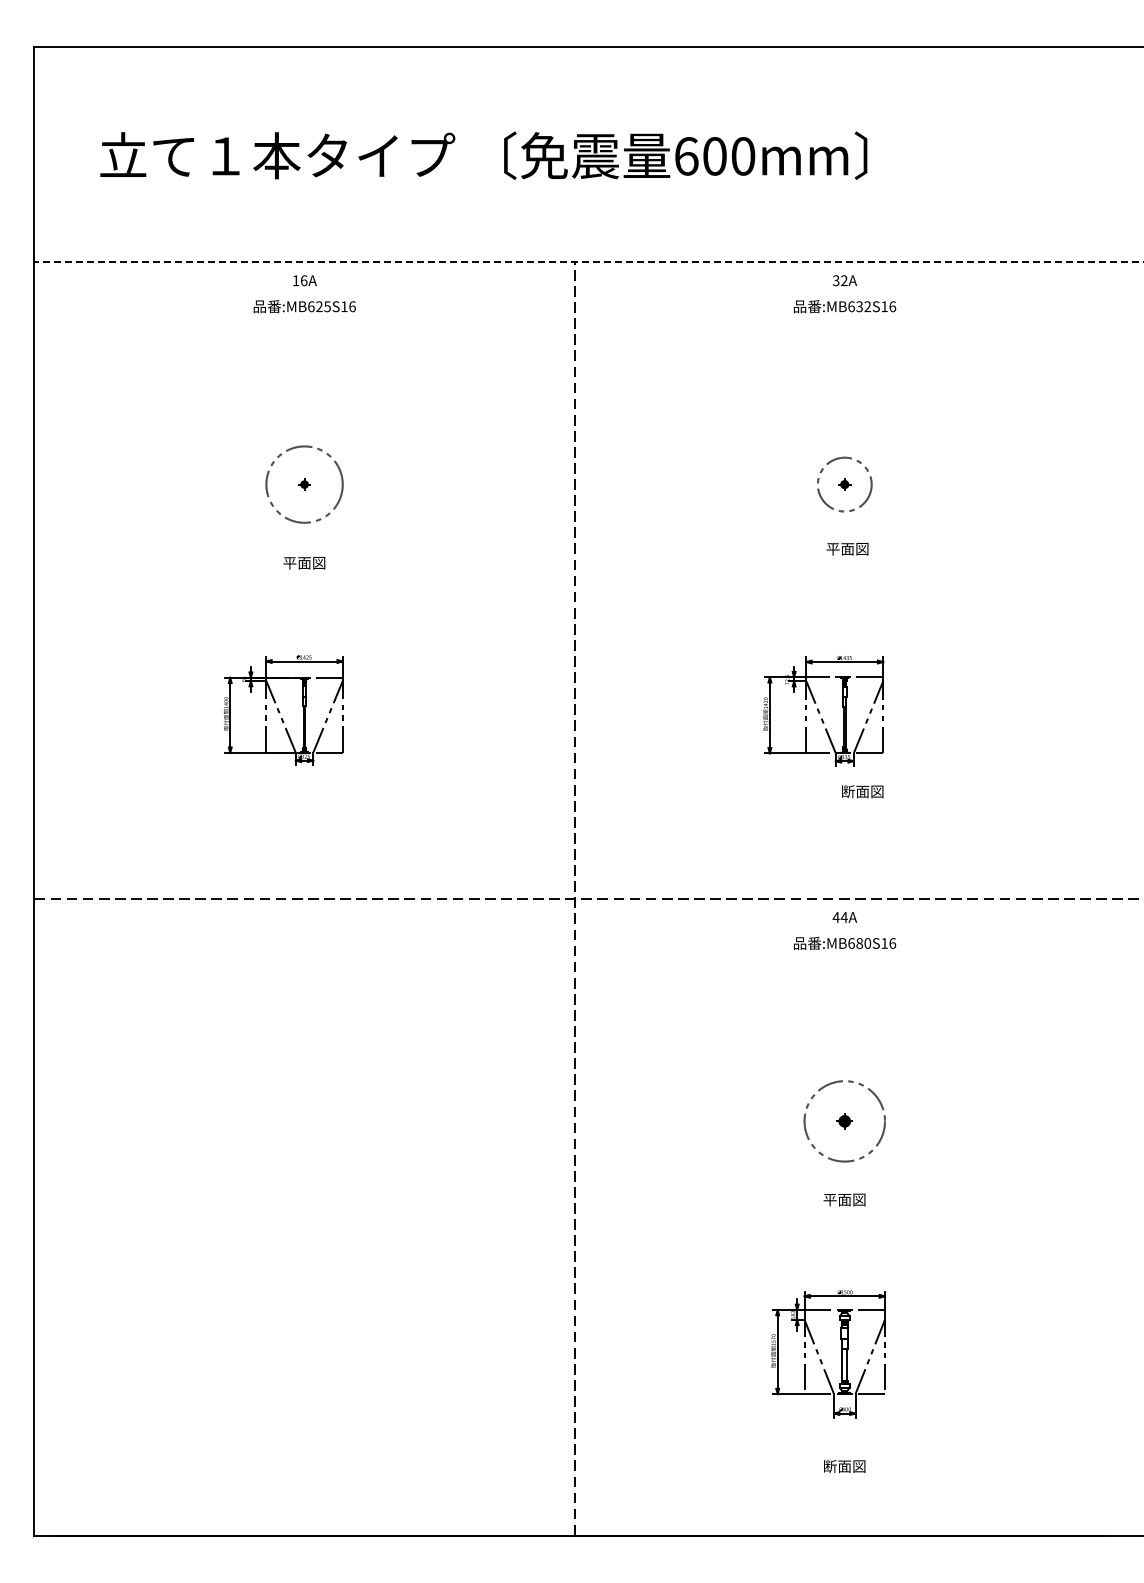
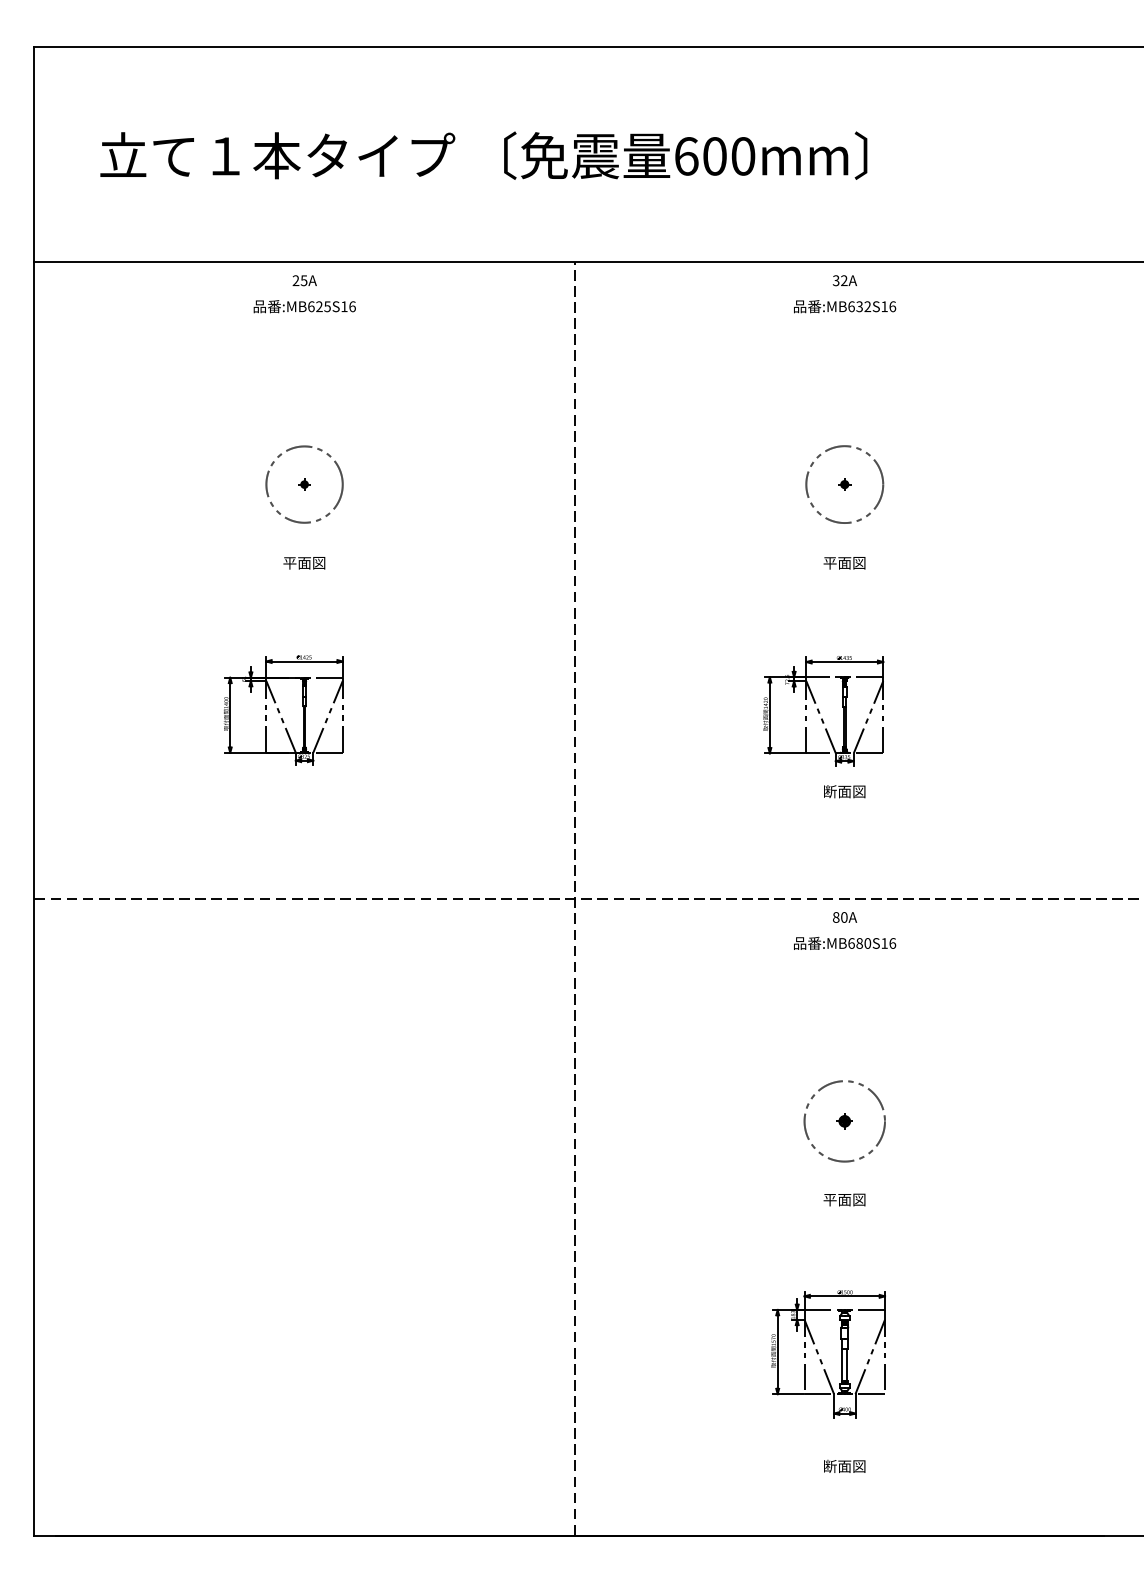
line at (588, 261): dashed -> solid
text at (299, 280): 16A -> 25A
circle at (844, 484) diameter: 54 px -> 77 px
text at (847, 549) position: (847, 549) -> (844, 563)
text at (862, 791) position: (862, 791) -> (844, 791)
text at (839, 917): 44A -> 80A
